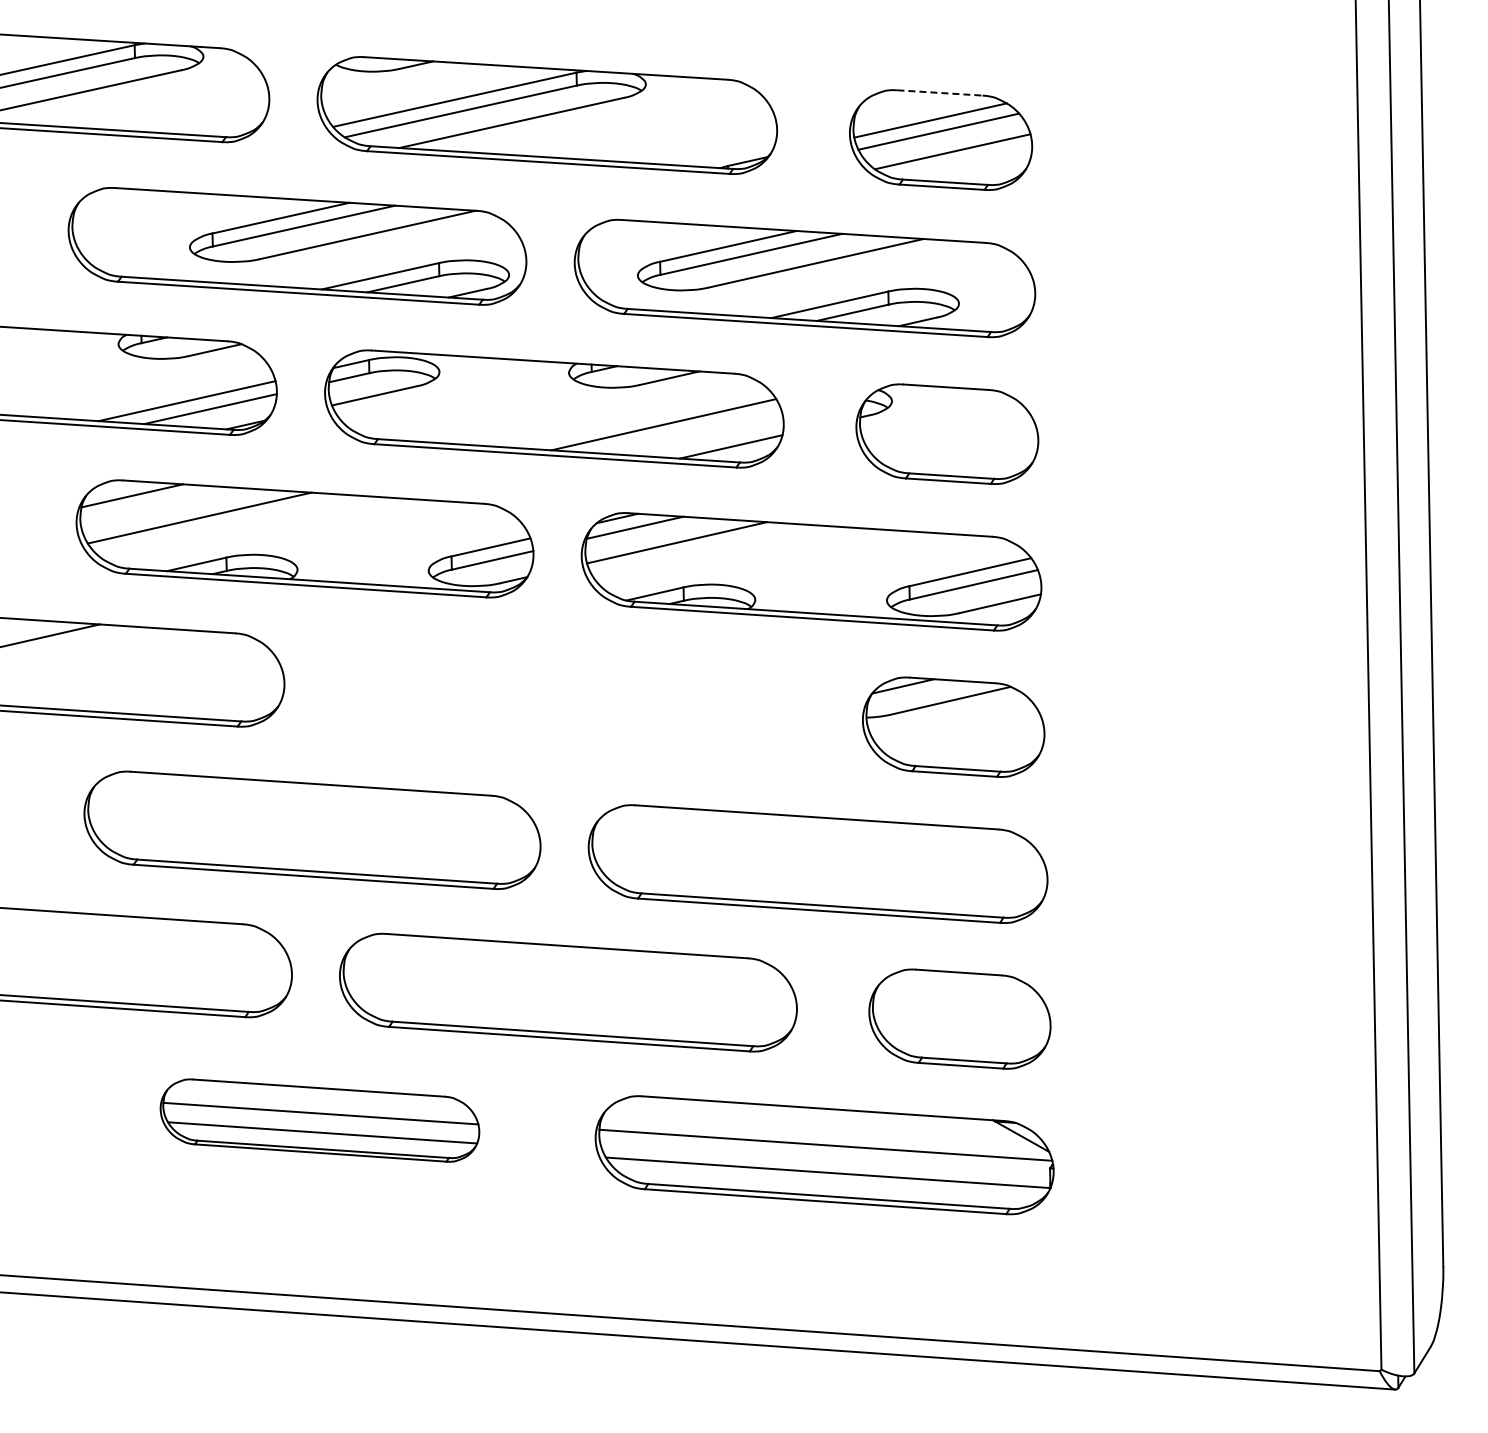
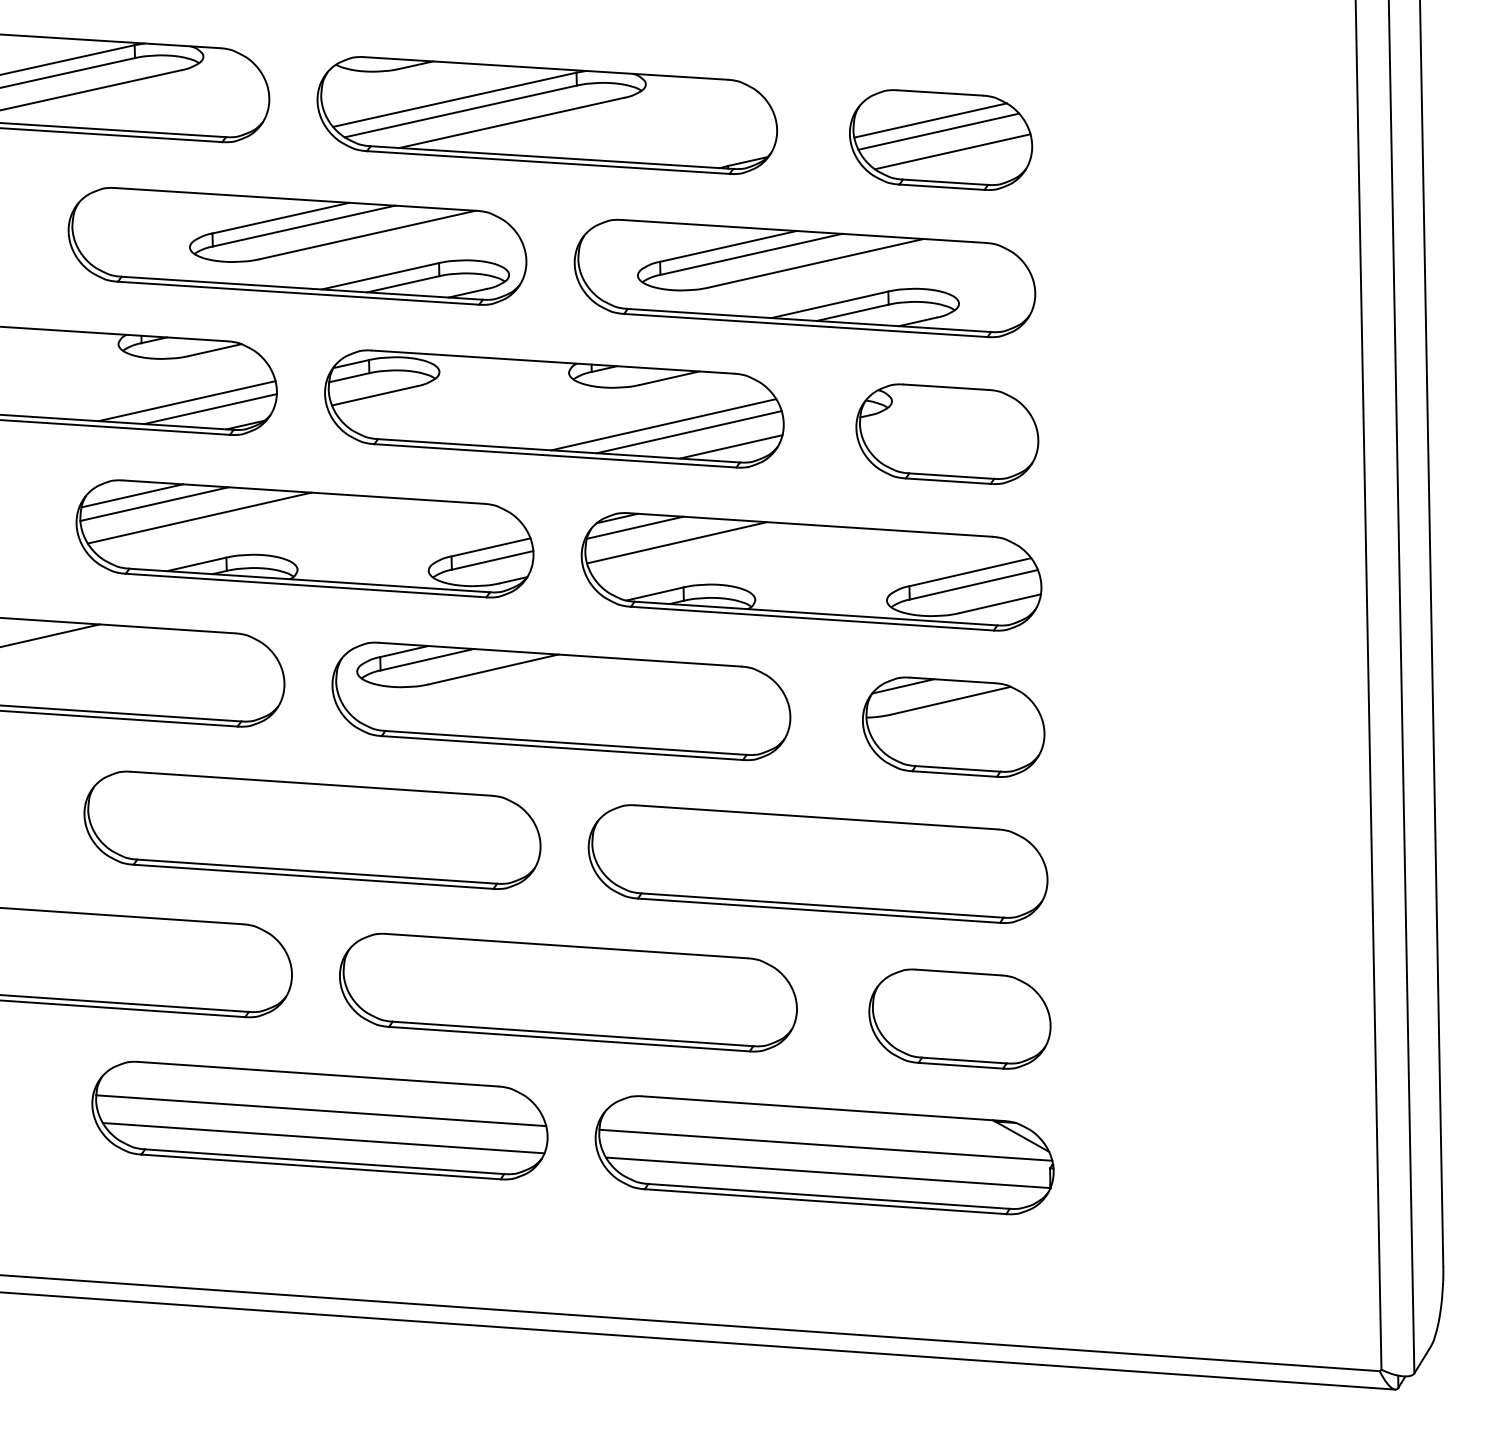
line at (940, 92): dashed -> solid
line at (688, 432): none -> present
line at (154, 503): none -> present
part at (561, 701): none -> present
part at (319, 1120) size: 322x85 px -> 458x121 px
